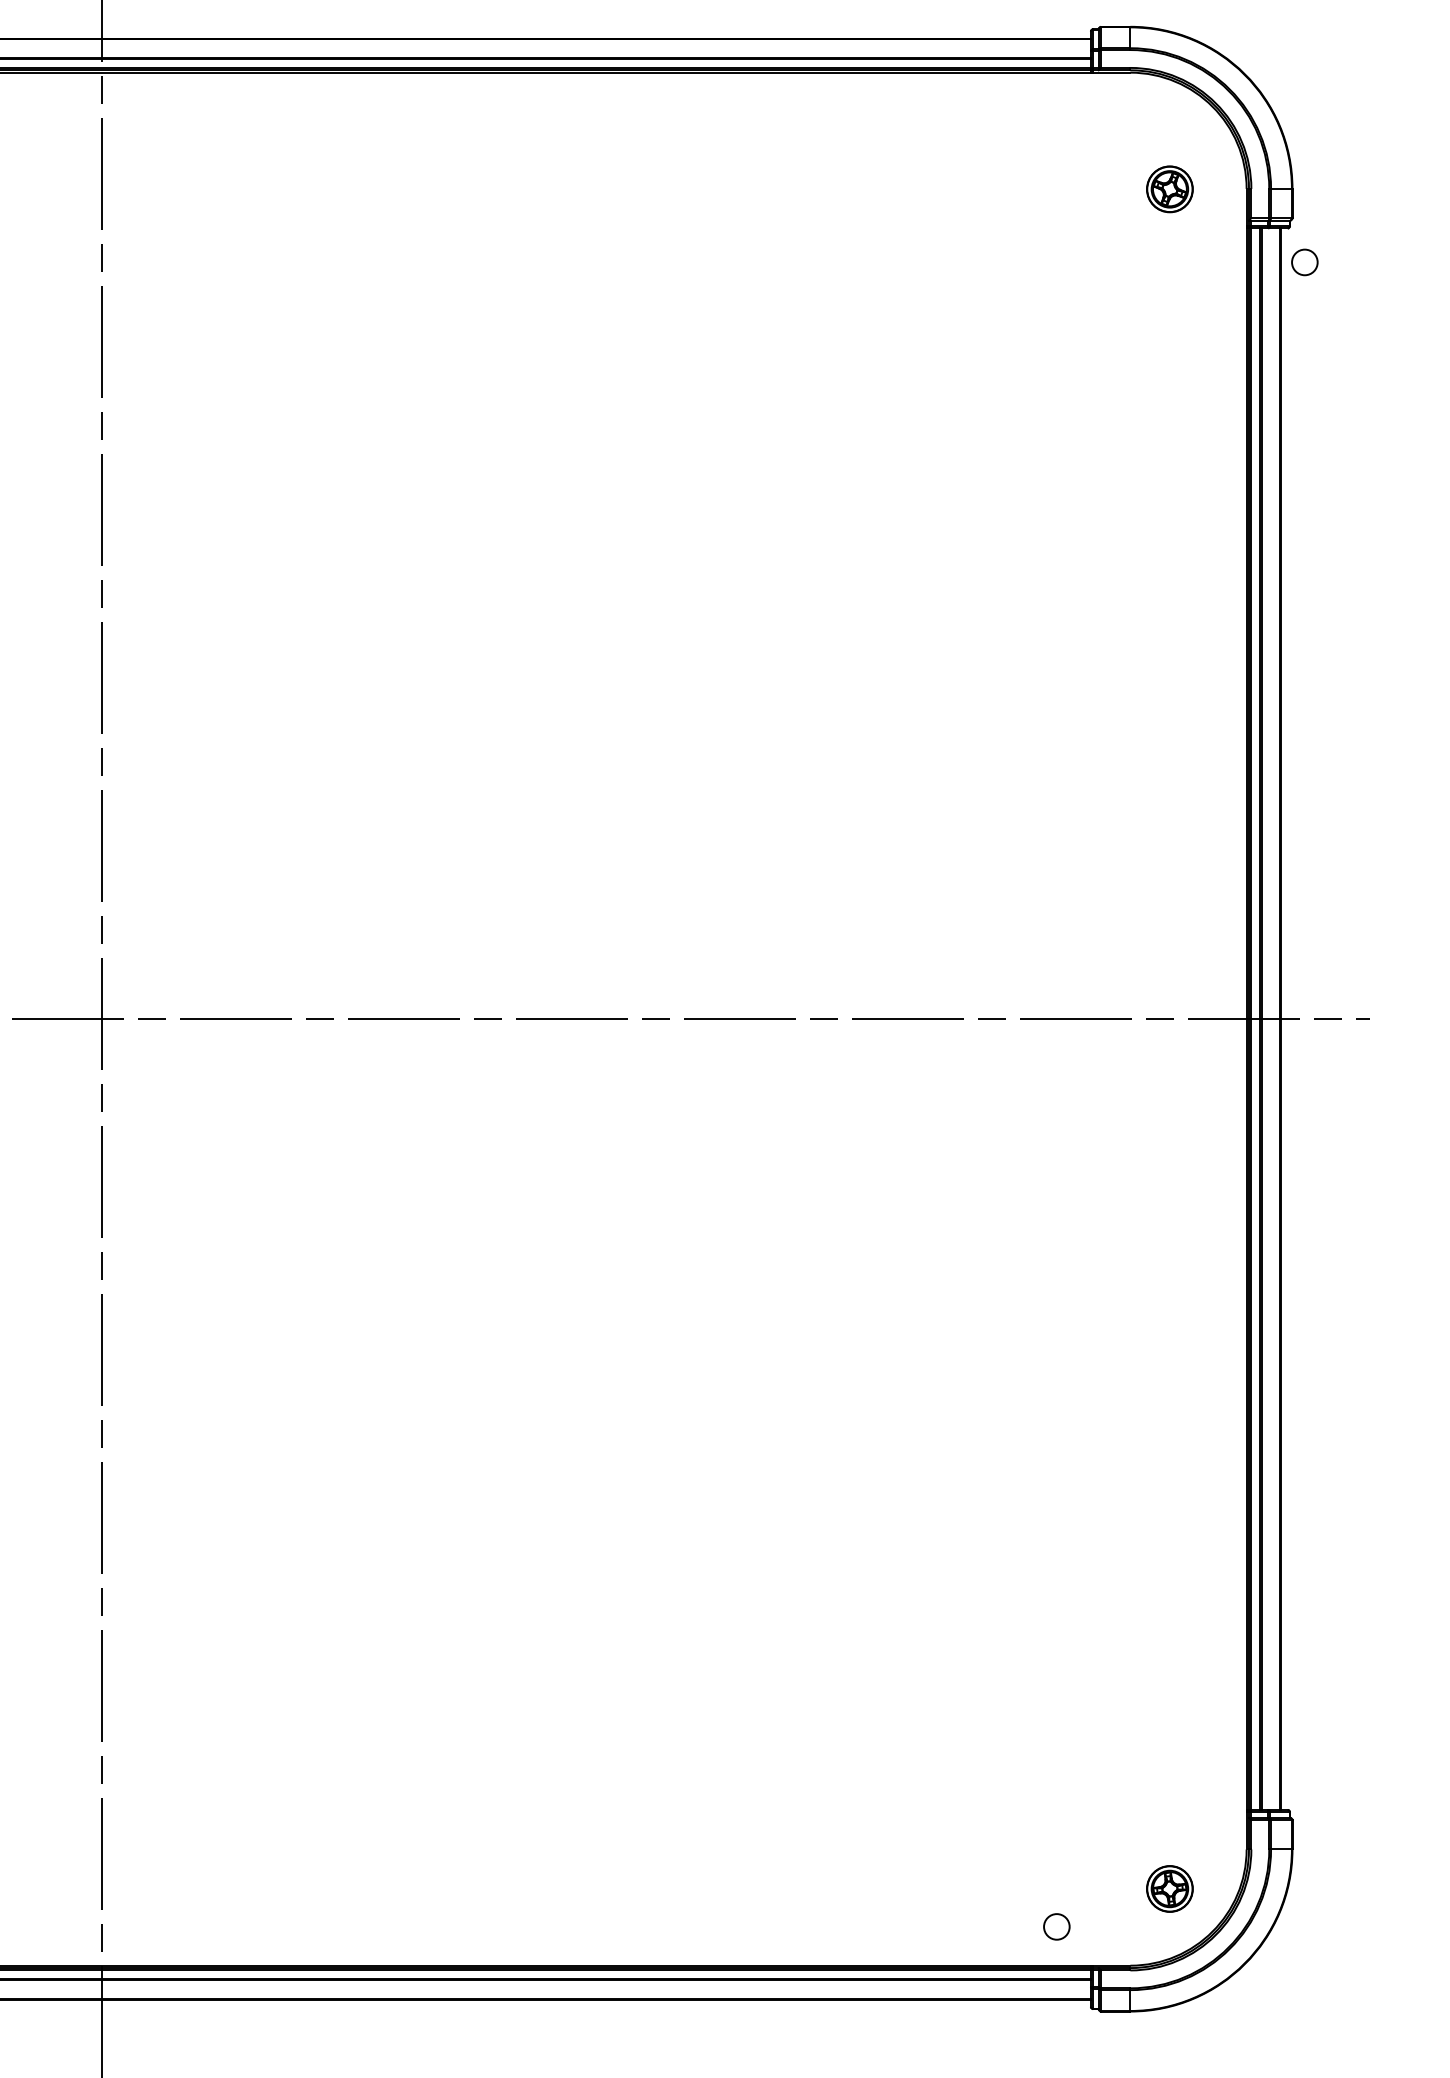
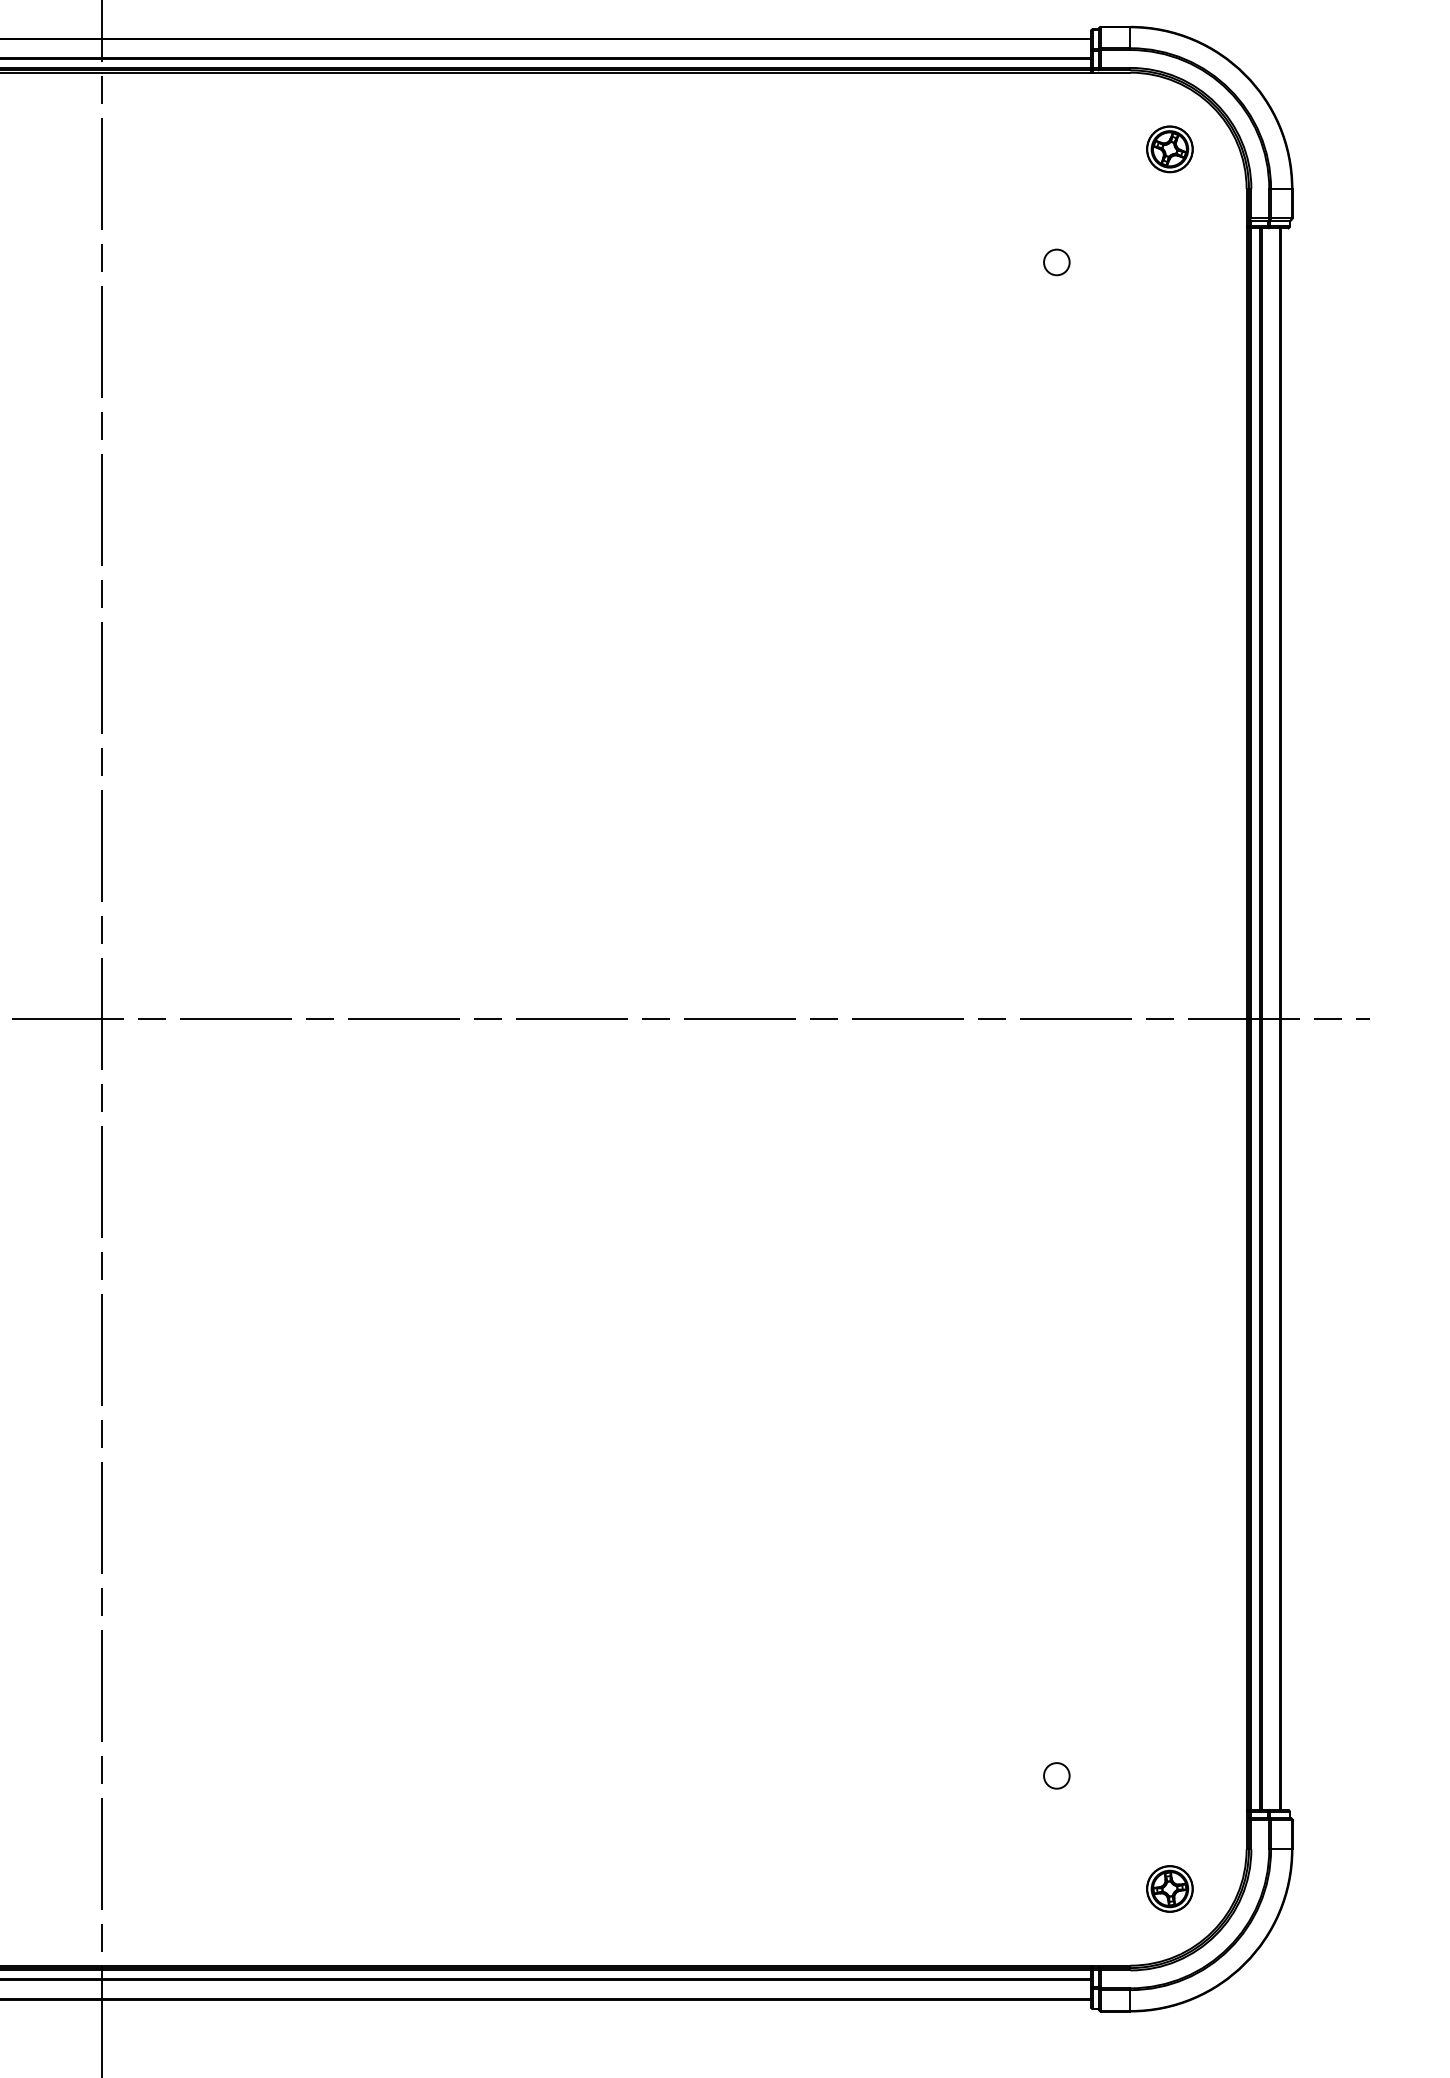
part at (1169, 189) position: (1169, 189) -> (1169, 149)
circle at (1304, 262) position: (1304, 262) -> (1056, 262)
circle at (1056, 1926) position: (1056, 1926) -> (1056, 1775)
